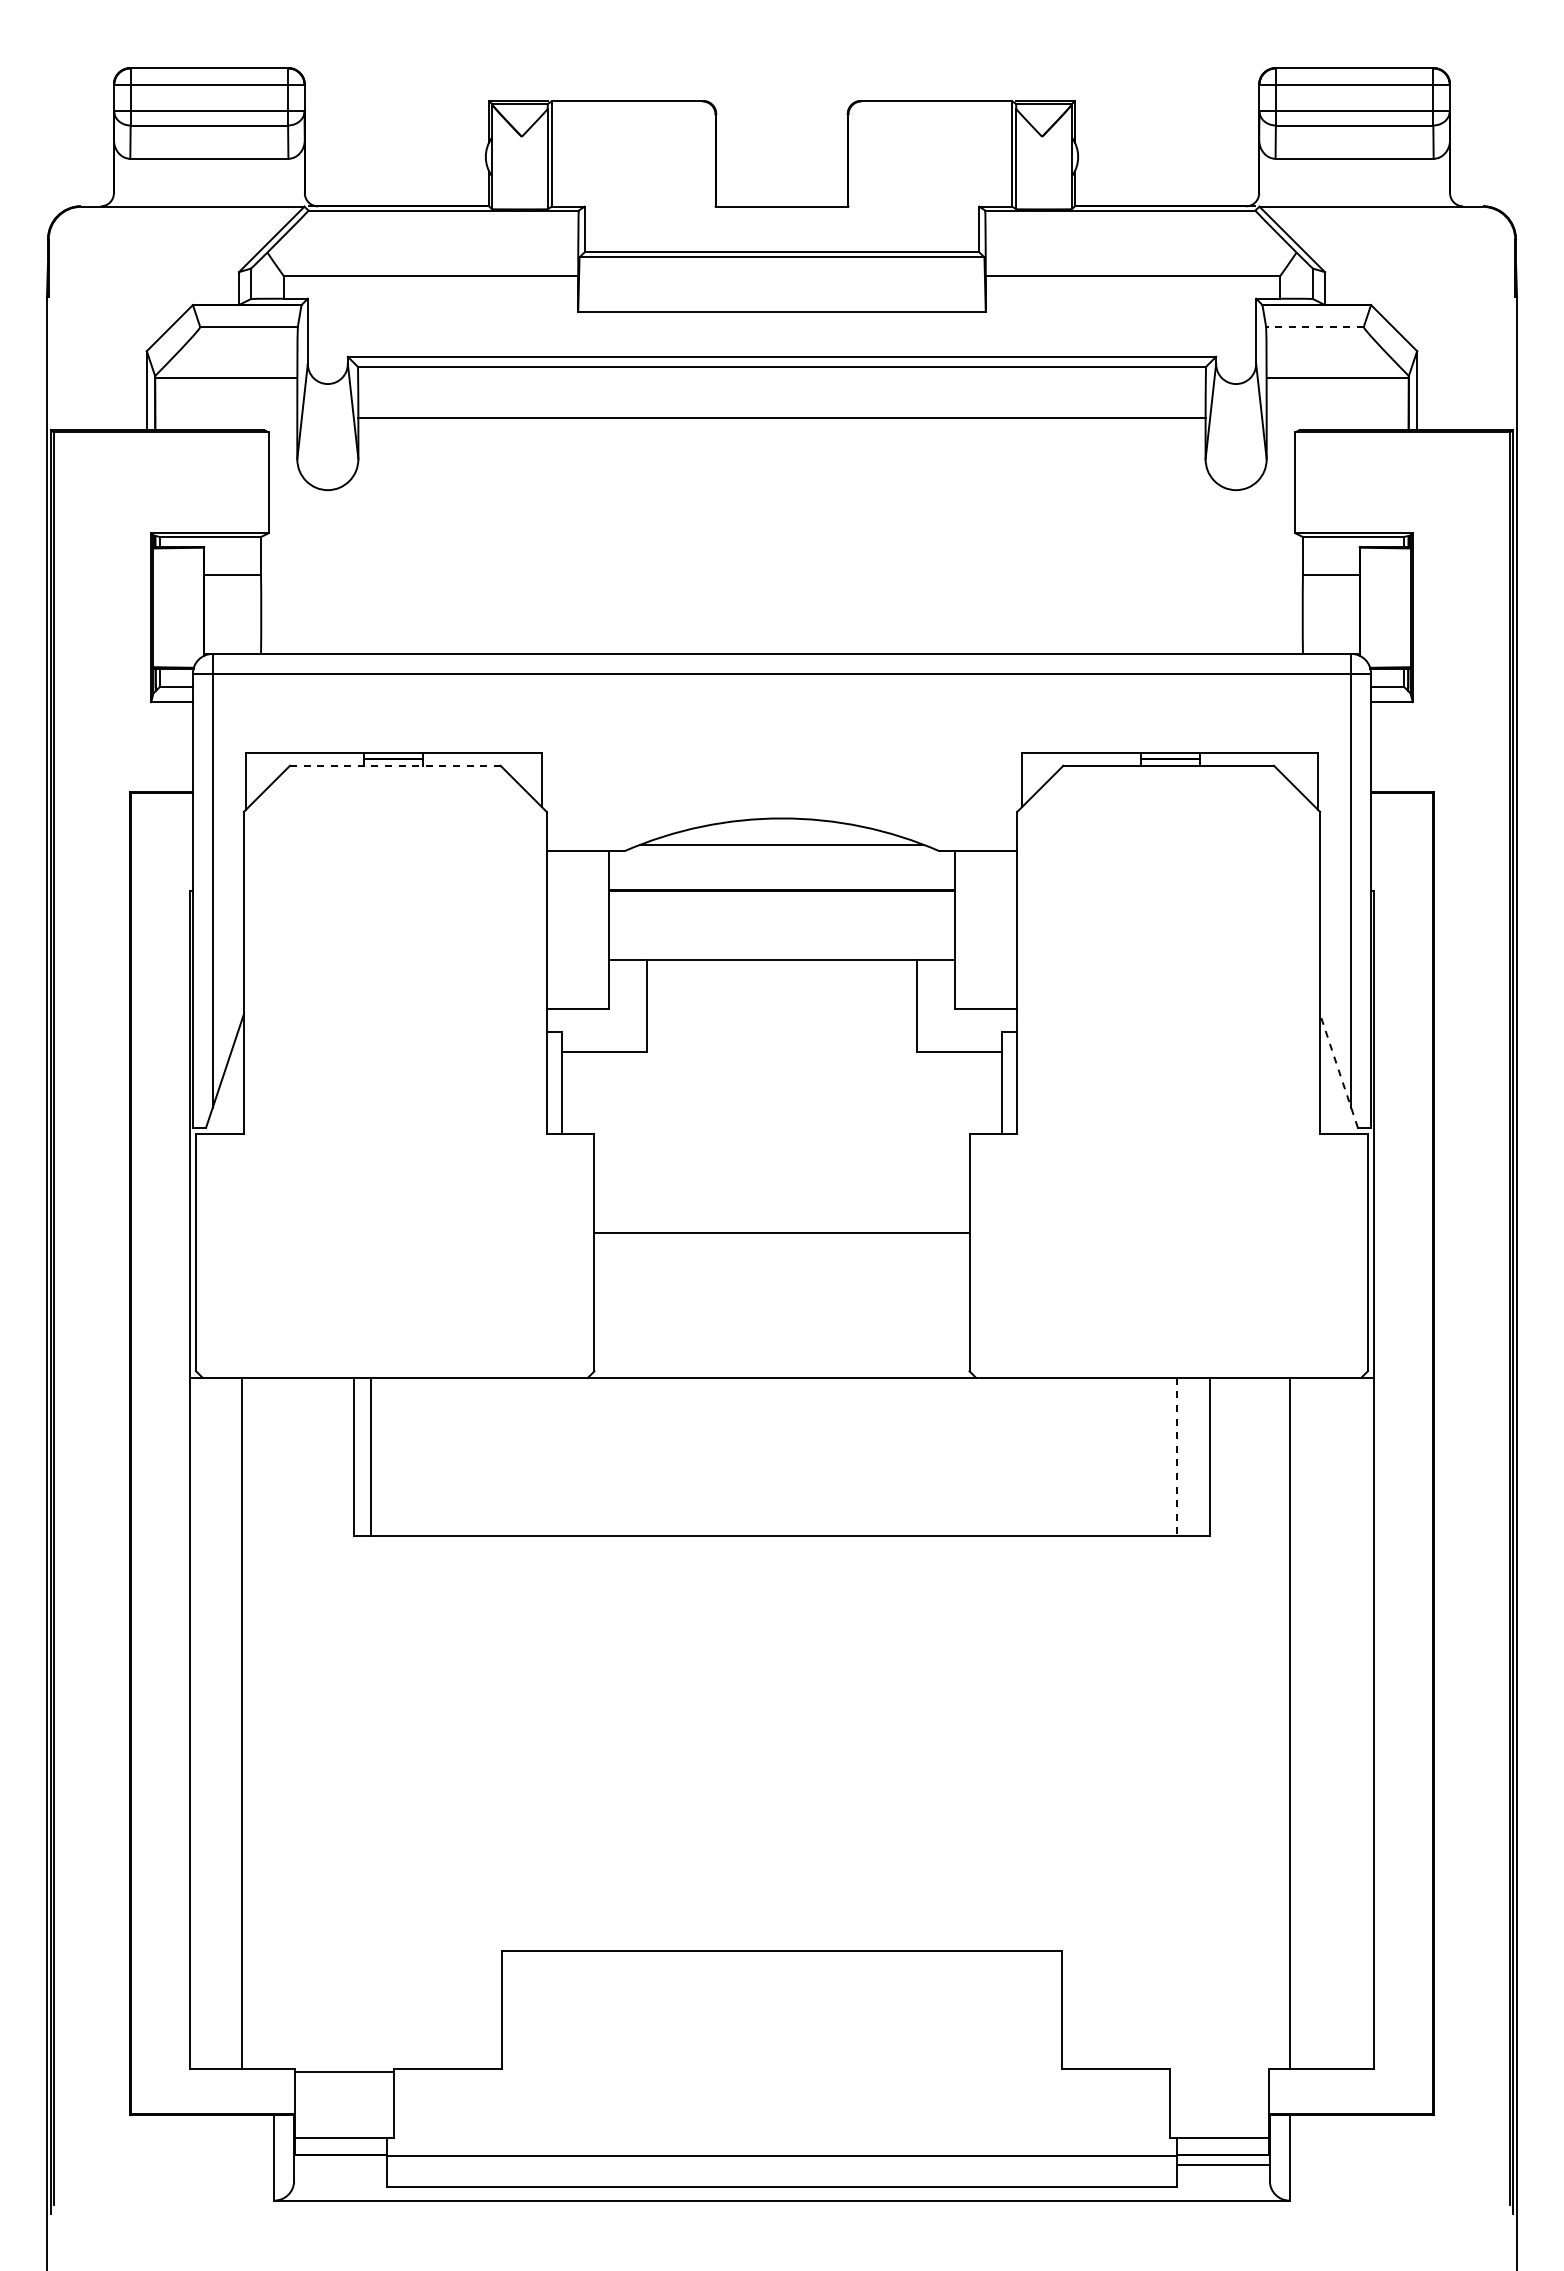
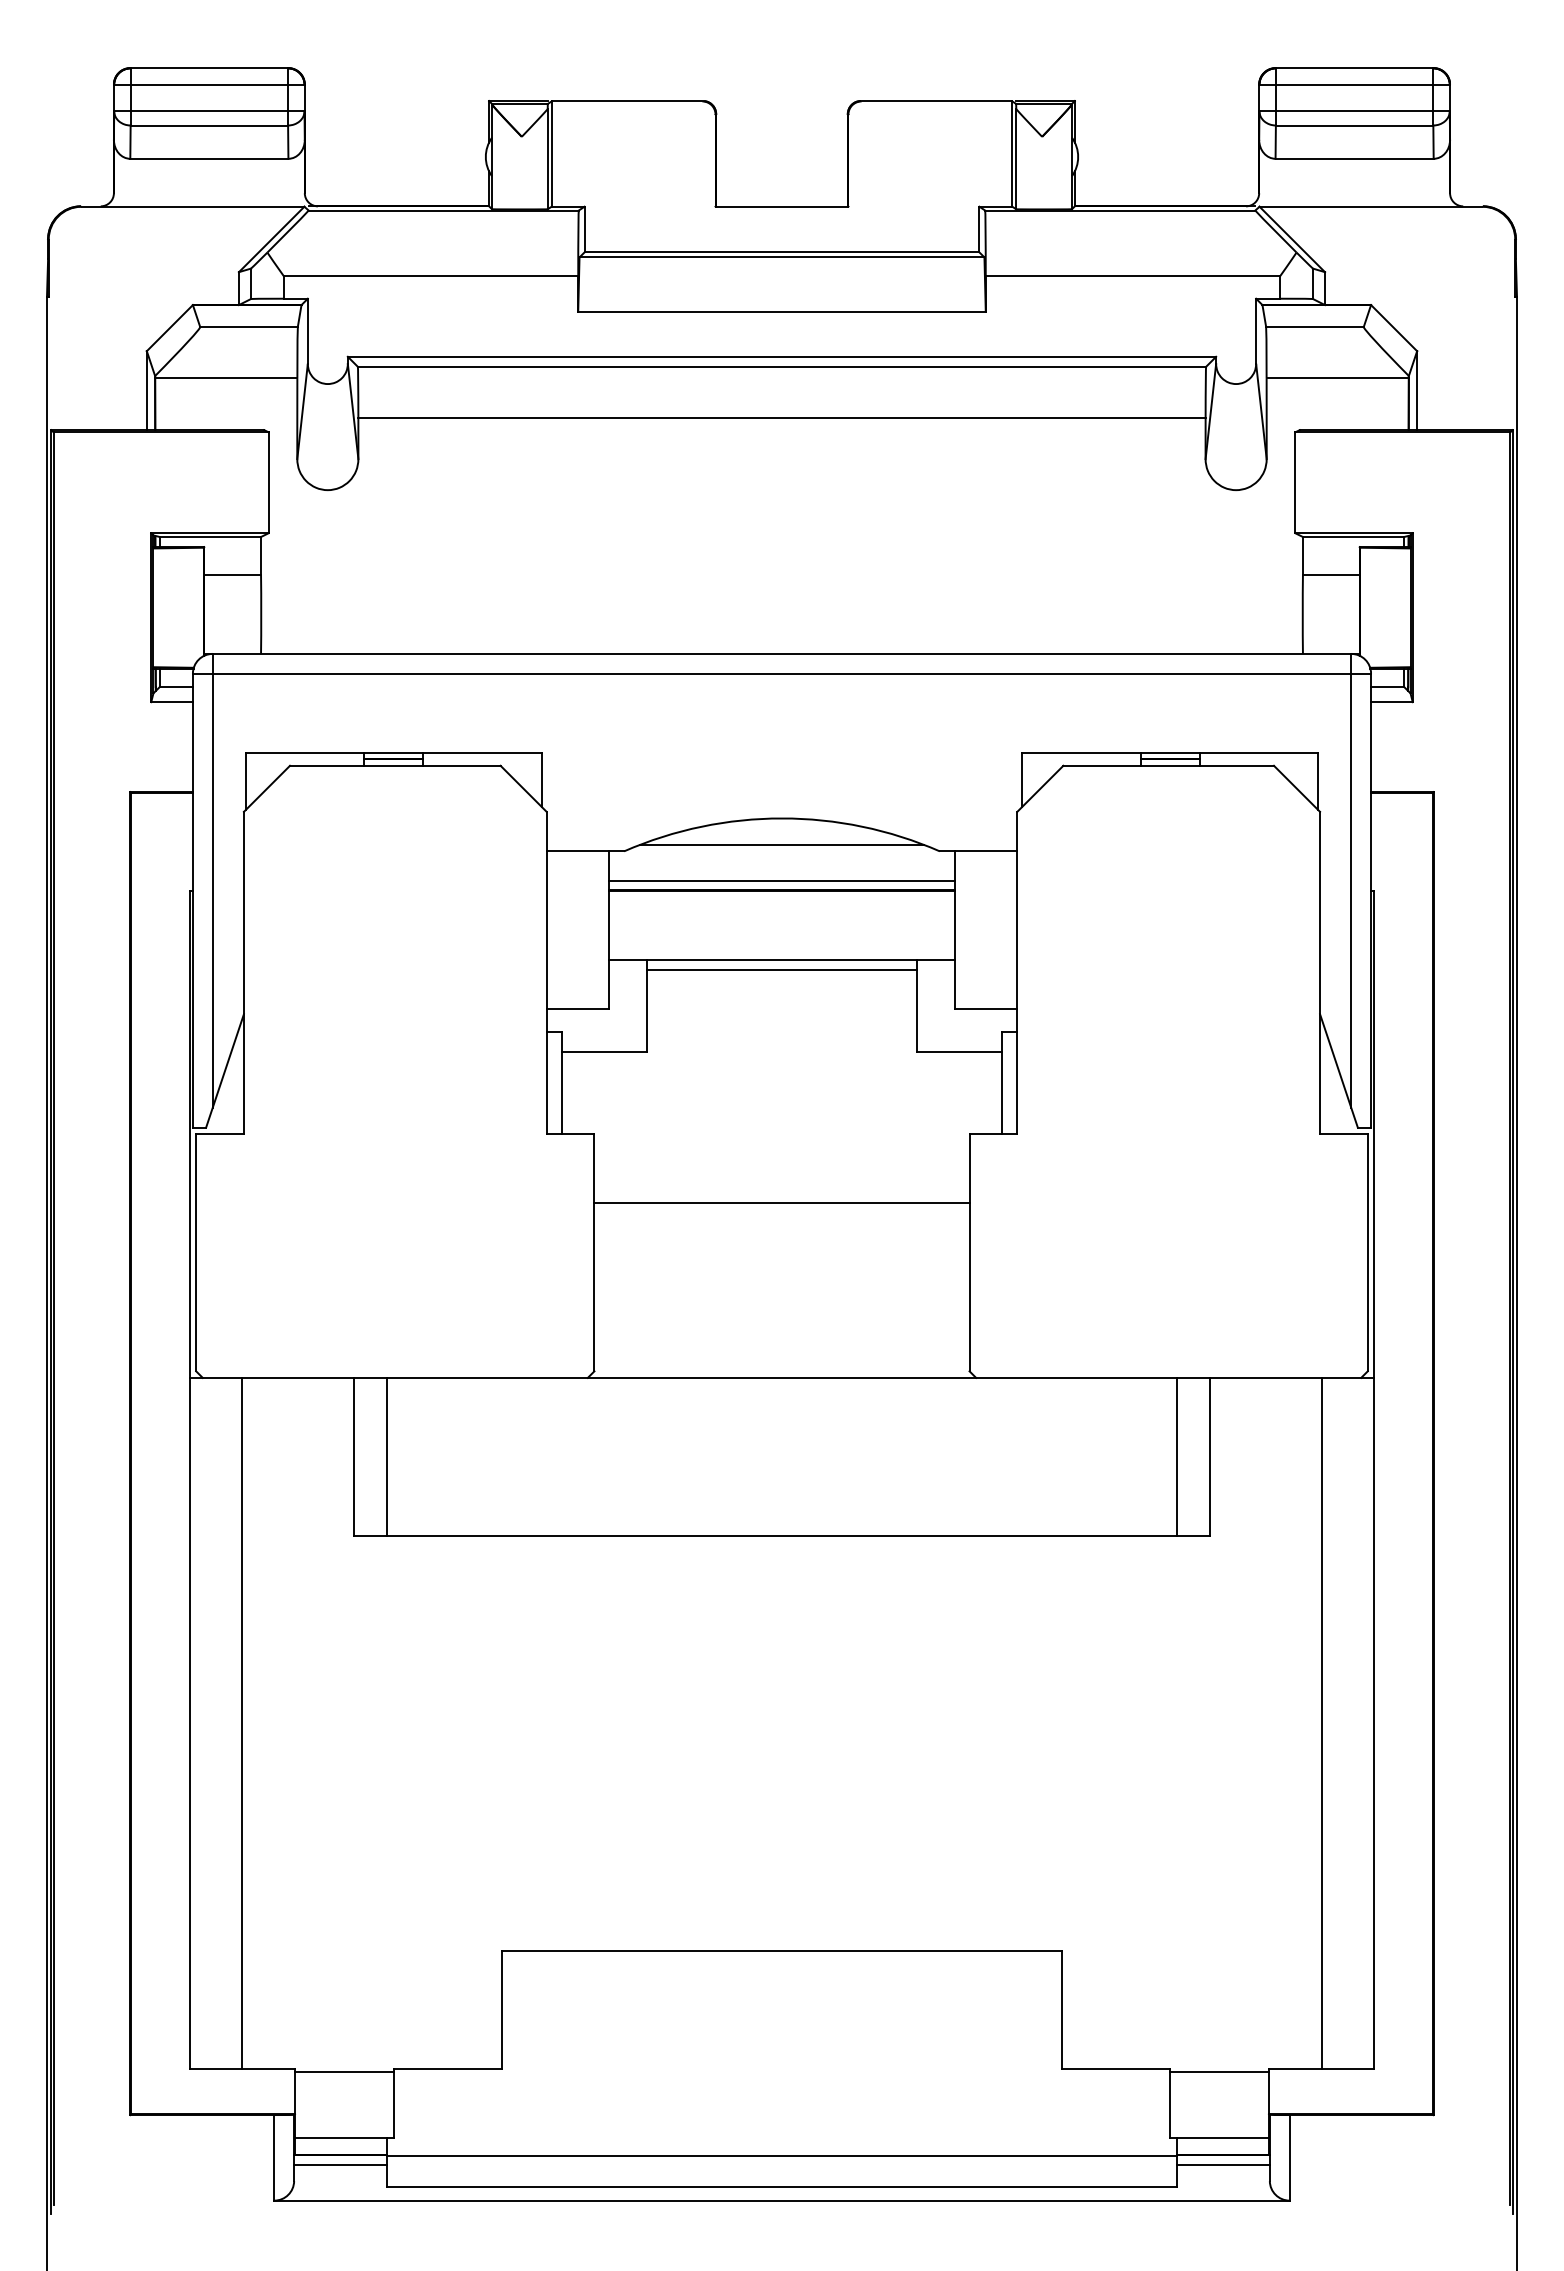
line at (1314, 327): dashed -> solid
line at (395, 765): dashed -> solid
line at (781, 880): none -> present
line at (781, 969): none -> present
line at (1338, 1071): dashed -> solid
line at (781, 1233) position: (781, 1233) -> (781, 1203)
line at (371, 1456) position: (371, 1456) -> (387, 1456)
line at (1176, 1456): dashed -> solid
line at (1289, 1723) position: (1289, 1723) -> (1321, 1723)
line at (1219, 2072): none -> present
line at (340, 2164): none -> present
